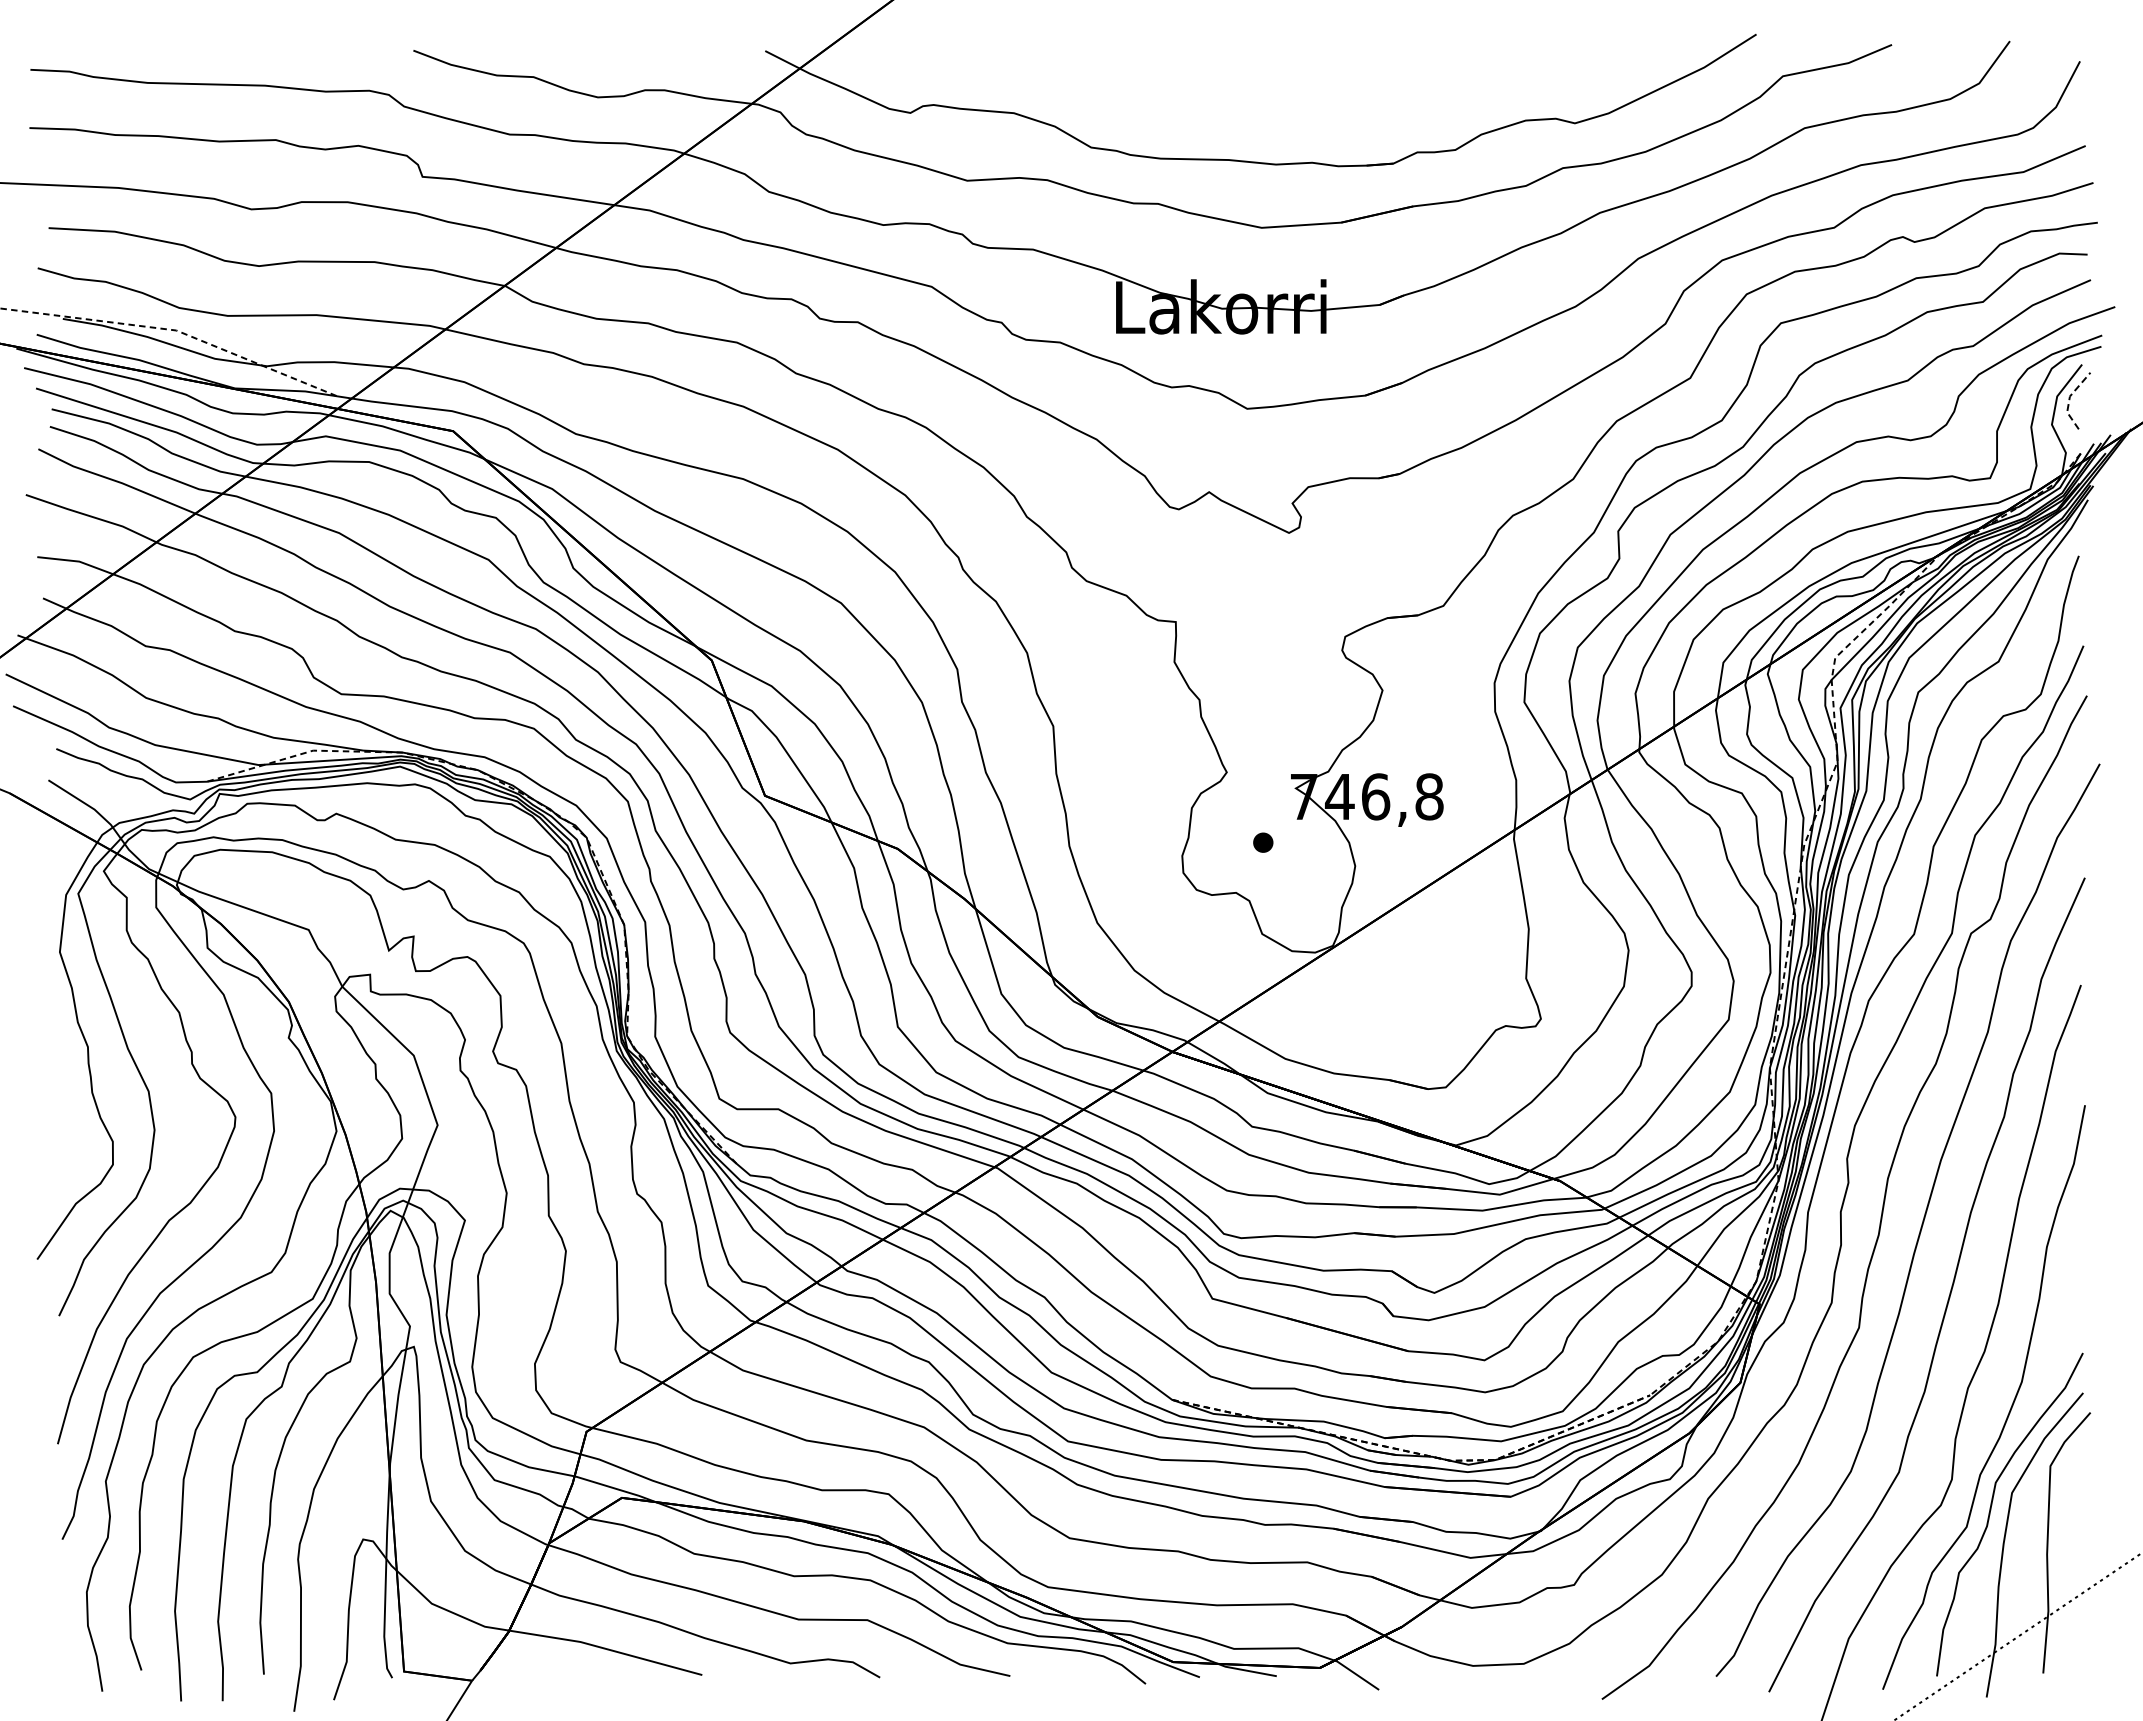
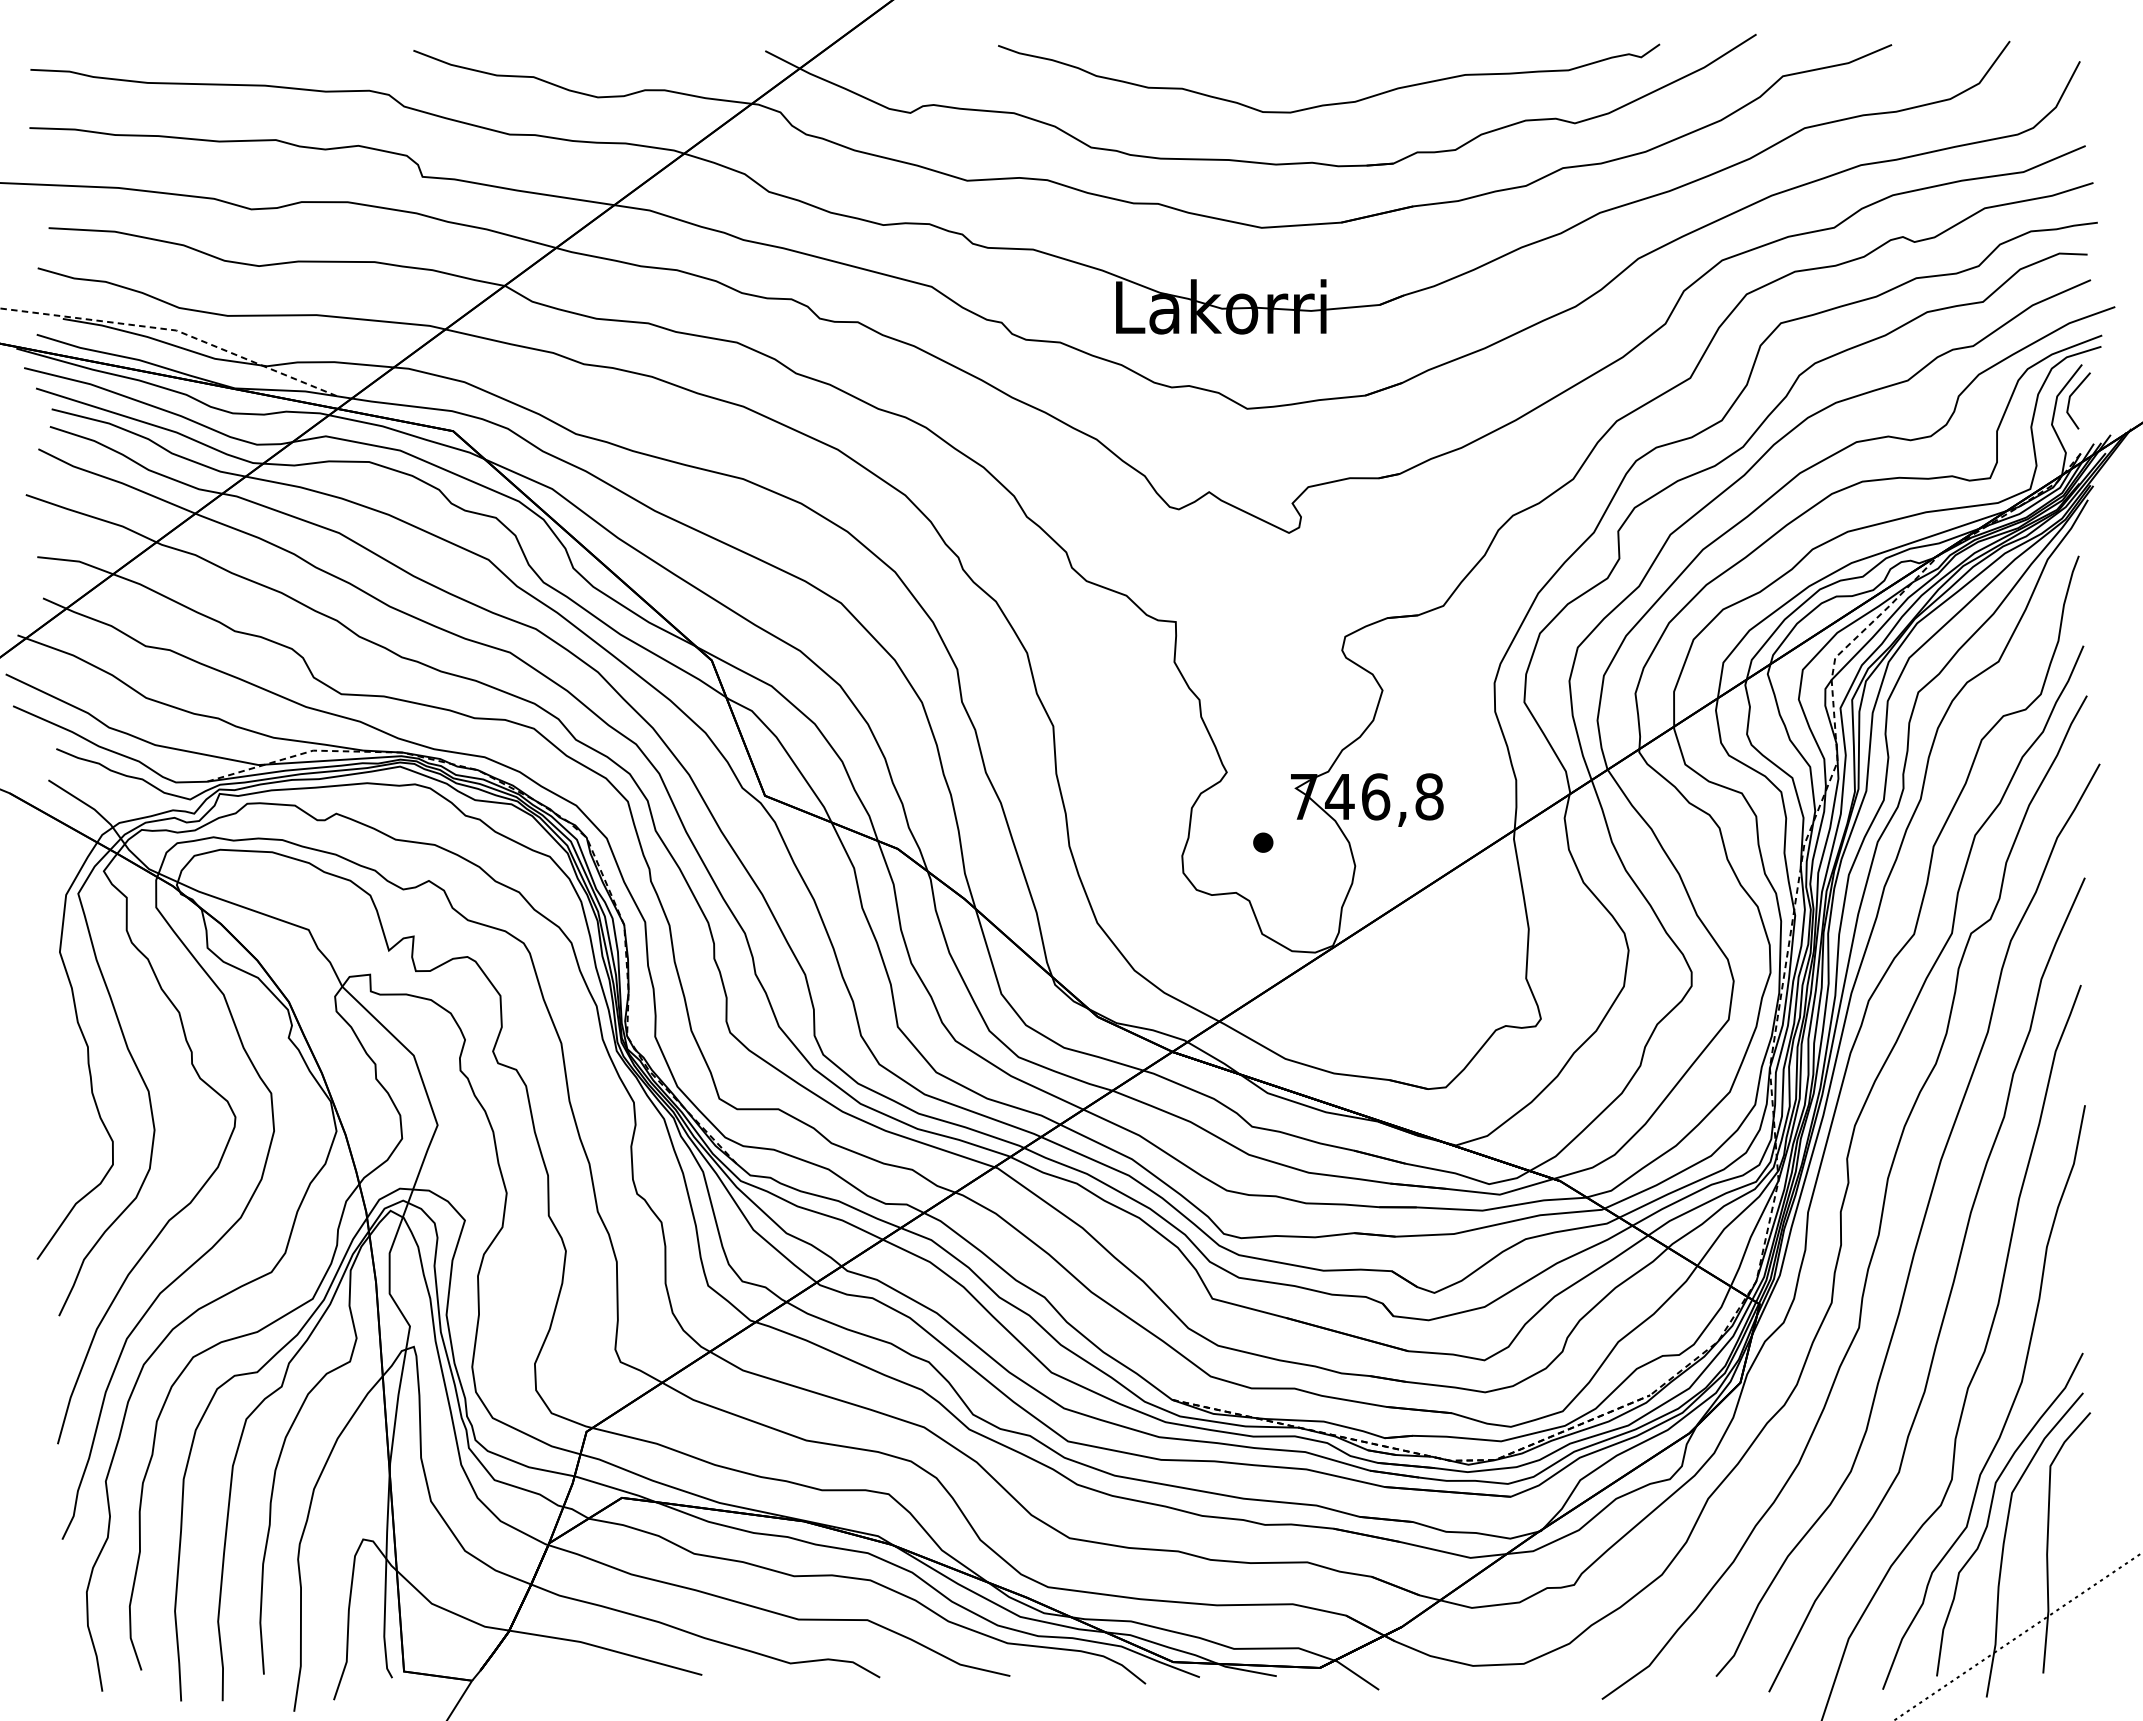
curve at (1329, 103): none -> present
line at (2069, 399): dashed -> solid
